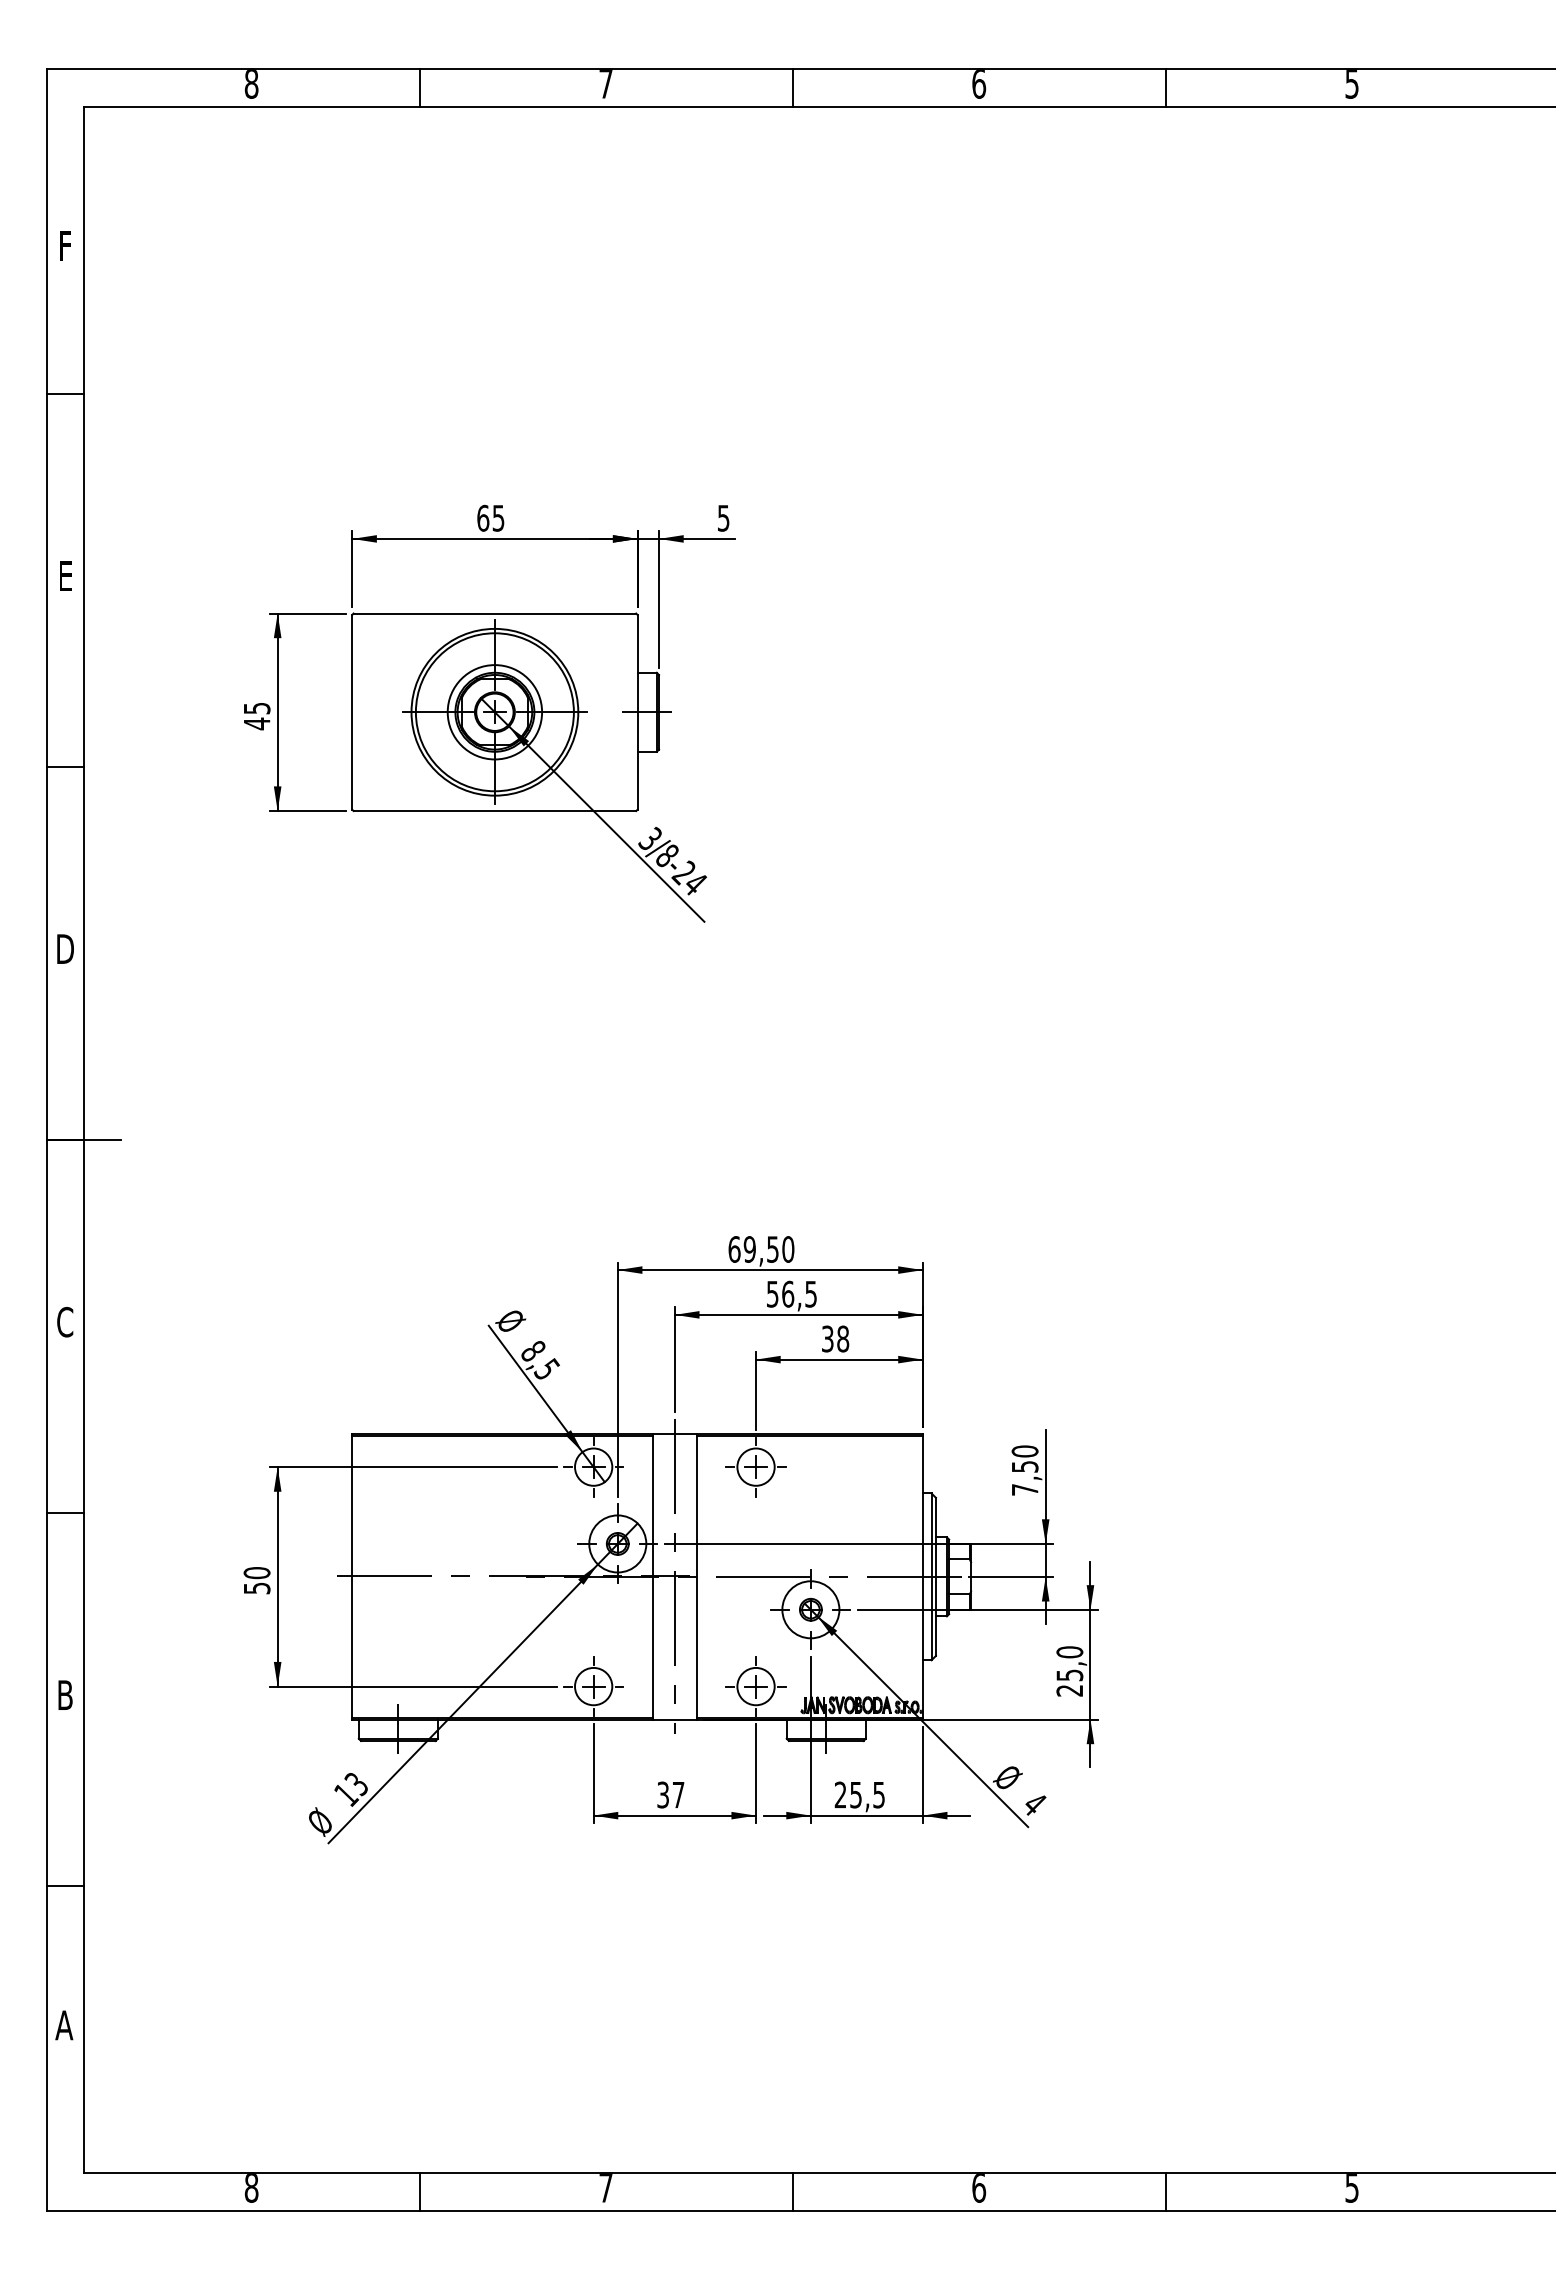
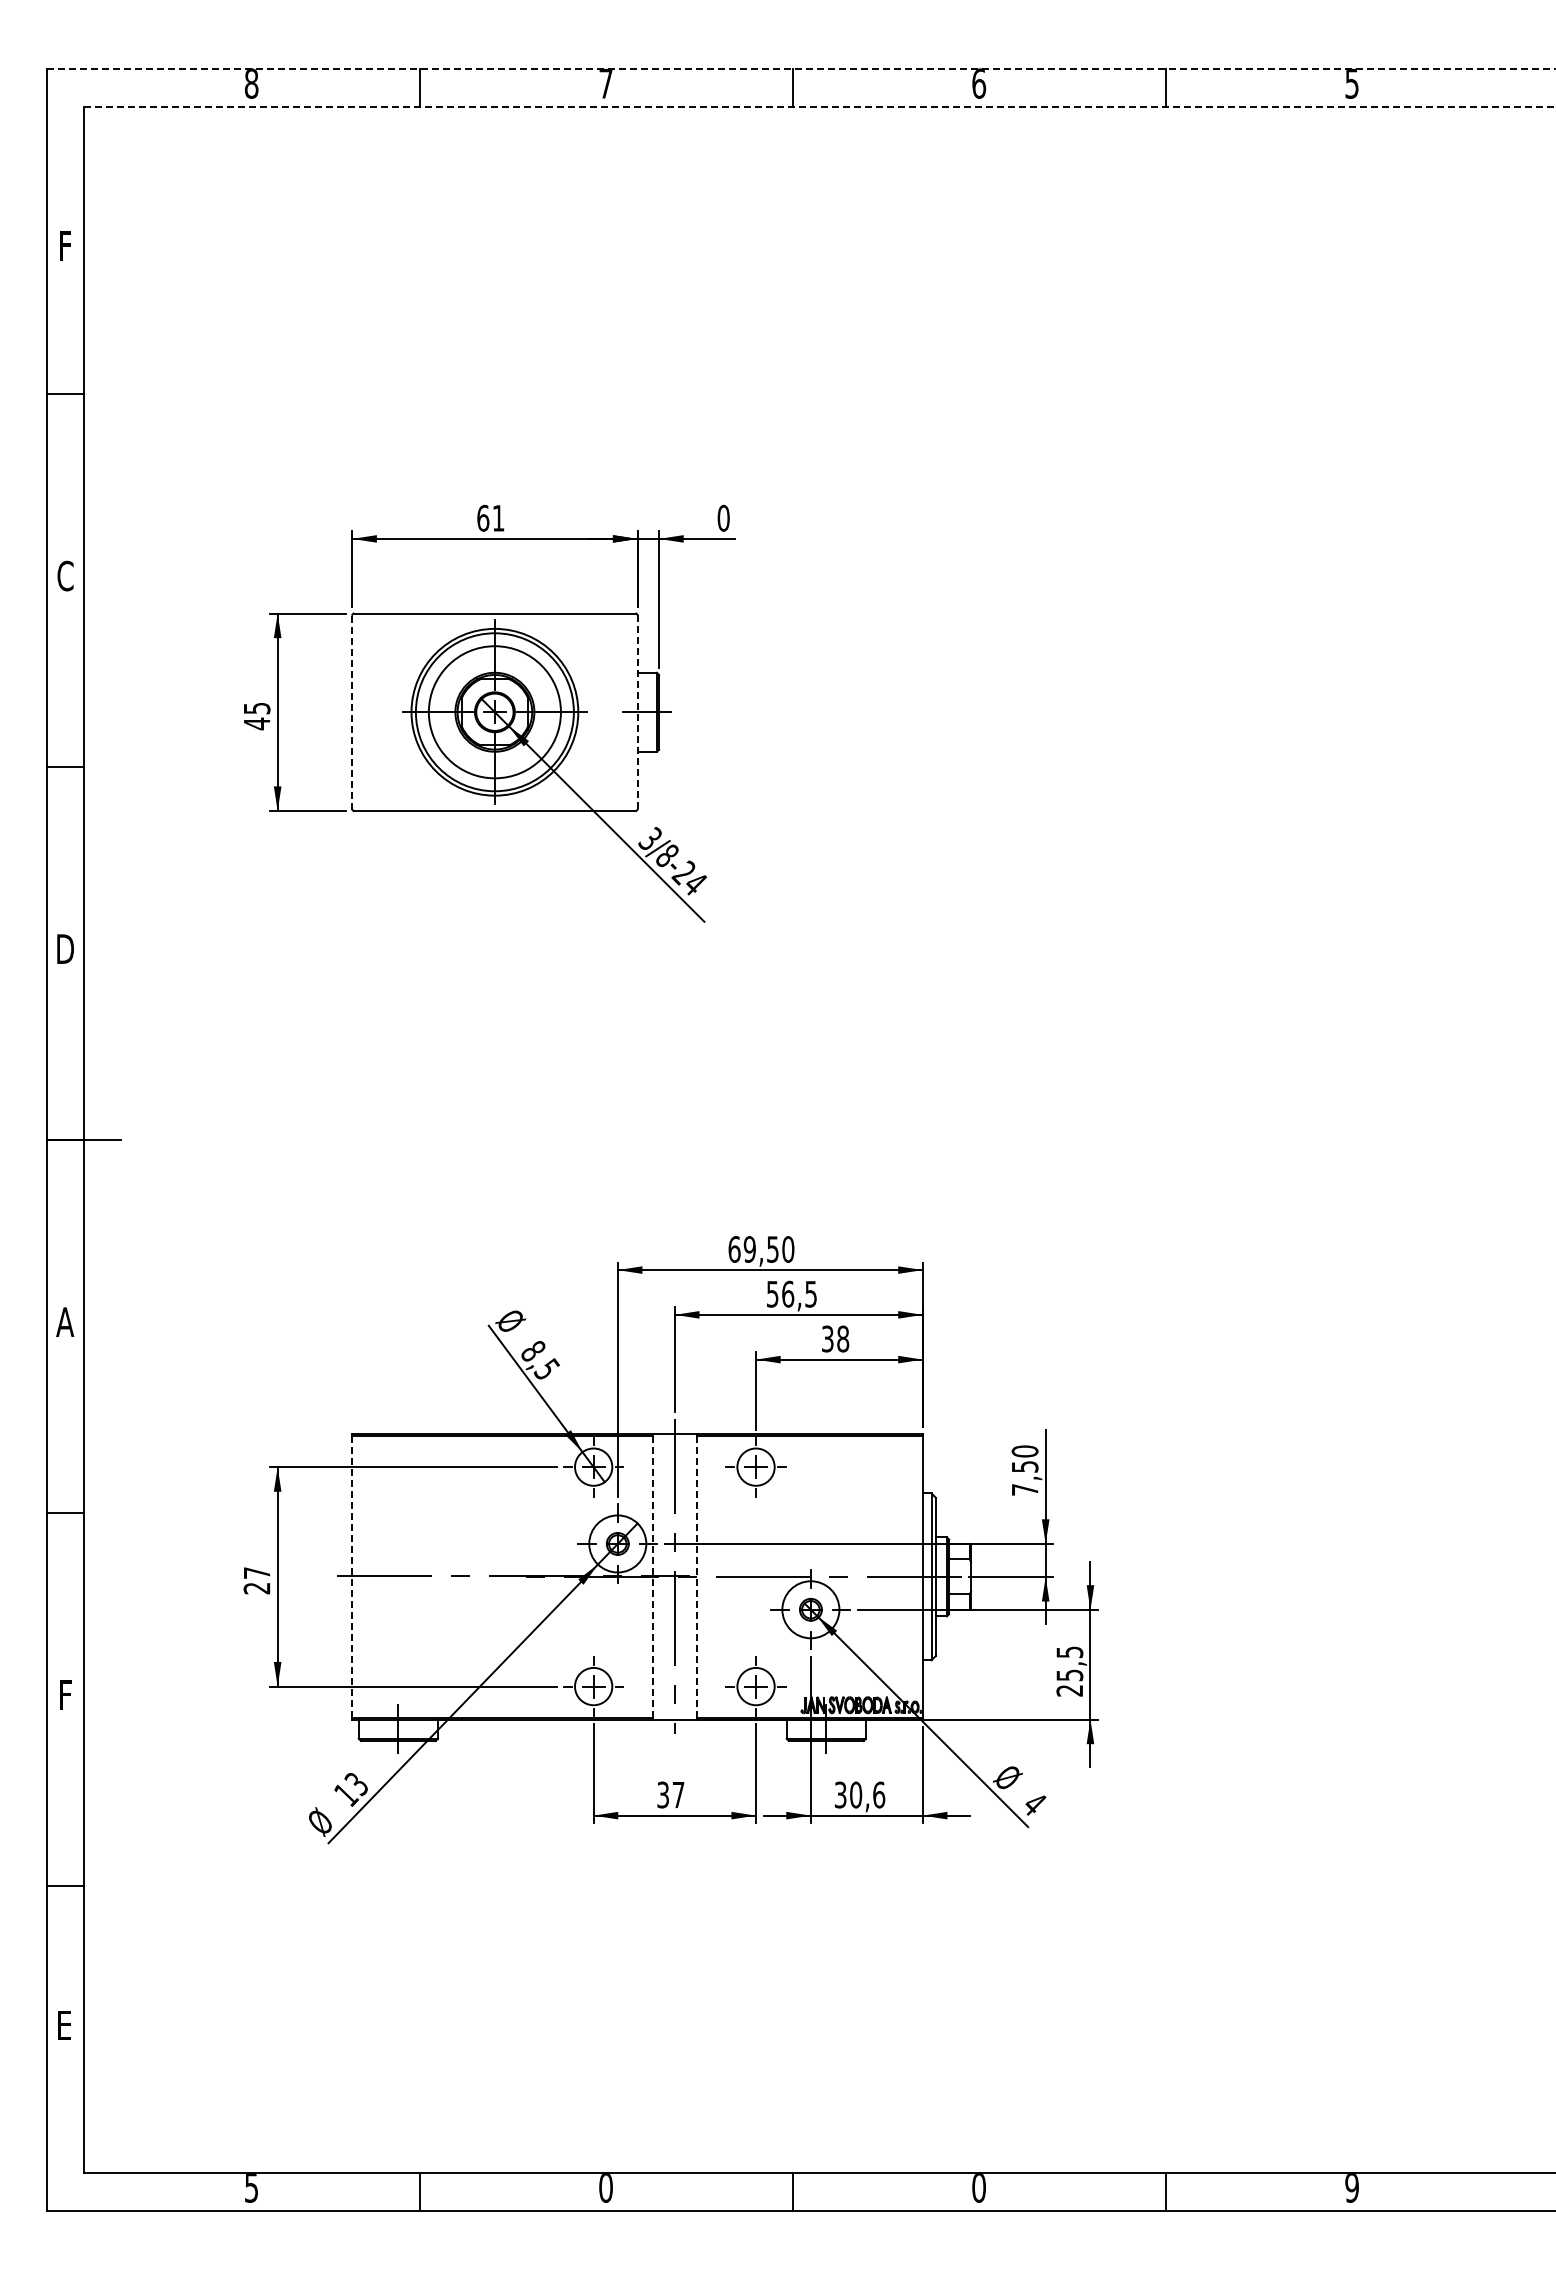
line at (801, 69): solid -> dashed
line at (820, 106): solid -> dashed
text at (723, 517): 5 -> 0
text at (498, 518): 65 -> 61
text at (65, 575): E -> C
line at (352, 711): solid -> dashed
circle at (494, 712) diameter: 94 px -> 132 px
line at (637, 712): solid -> dashed
text at (65, 1321): C -> A
line at (352, 1576): solid -> dashed
line at (652, 1577): solid -> dashed
line at (696, 1577): solid -> dashed
text at (256, 1580): 50 -> 27
text at (1069, 1652): 25,0 -> 25,5
text at (65, 1694): B -> F
text at (859, 1794): 25,5 -> 30,6
text at (64, 2025): A -> E
text at (251, 2188): 8 -> 5
text at (605, 2188): 7 -> 0
text at (979, 2188): 6 -> 0
text at (1351, 2188): 5 -> 9
